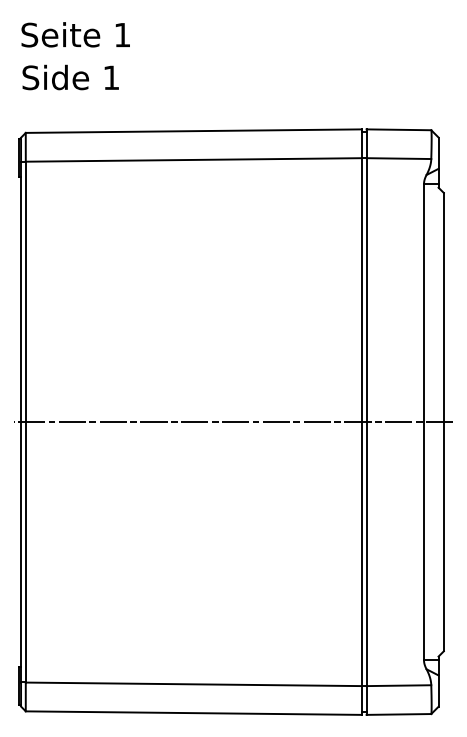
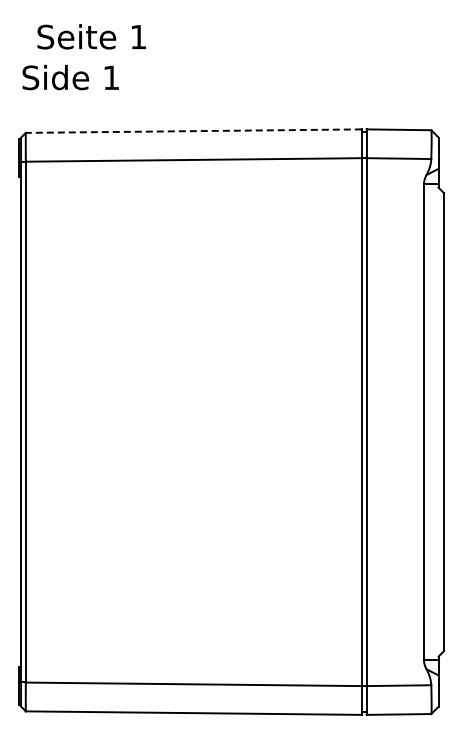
text at (75, 34) position: (75, 34) -> (91, 36)
line at (193, 131): solid -> dashed
line at (233, 422): present -> none
